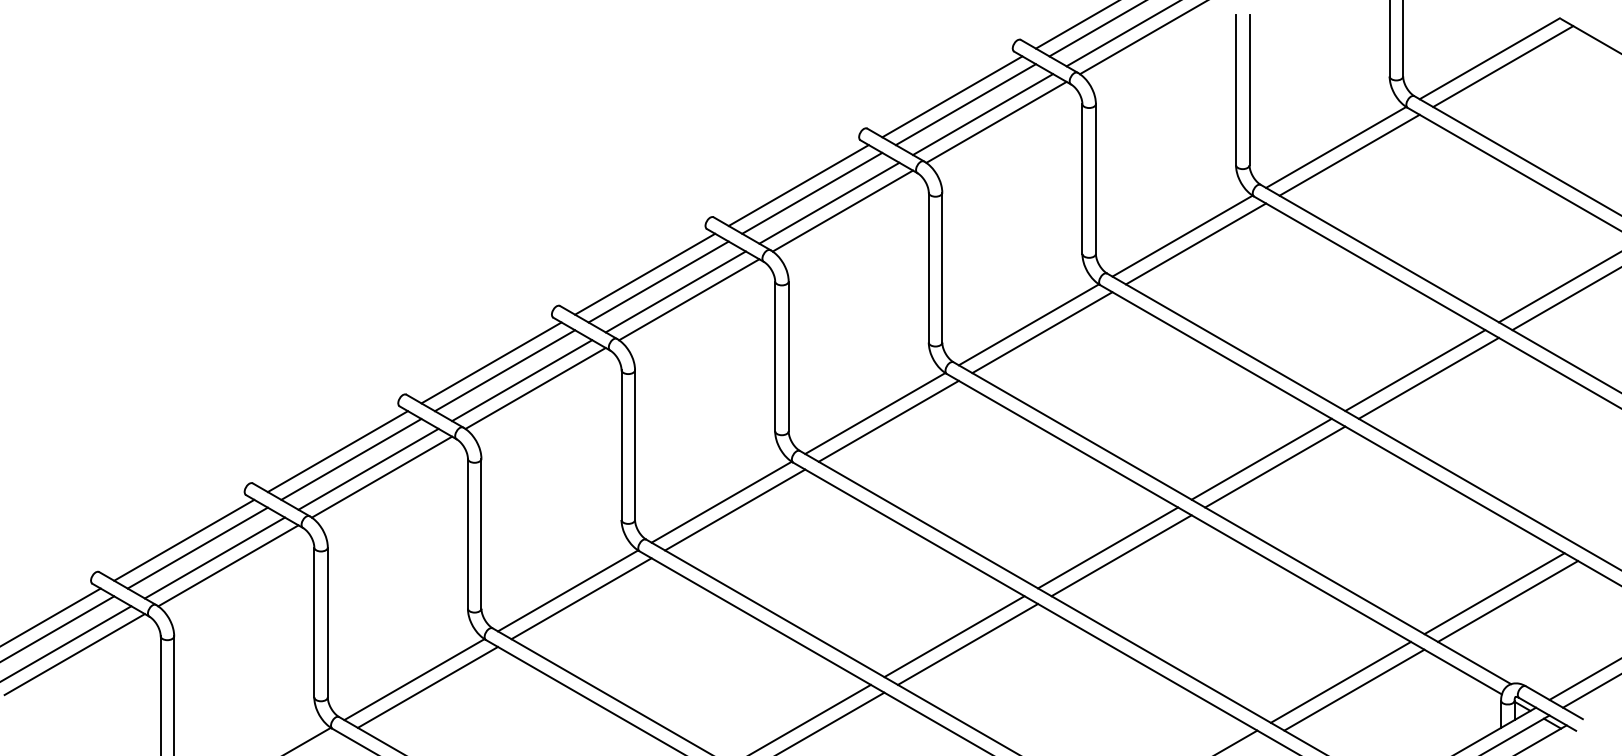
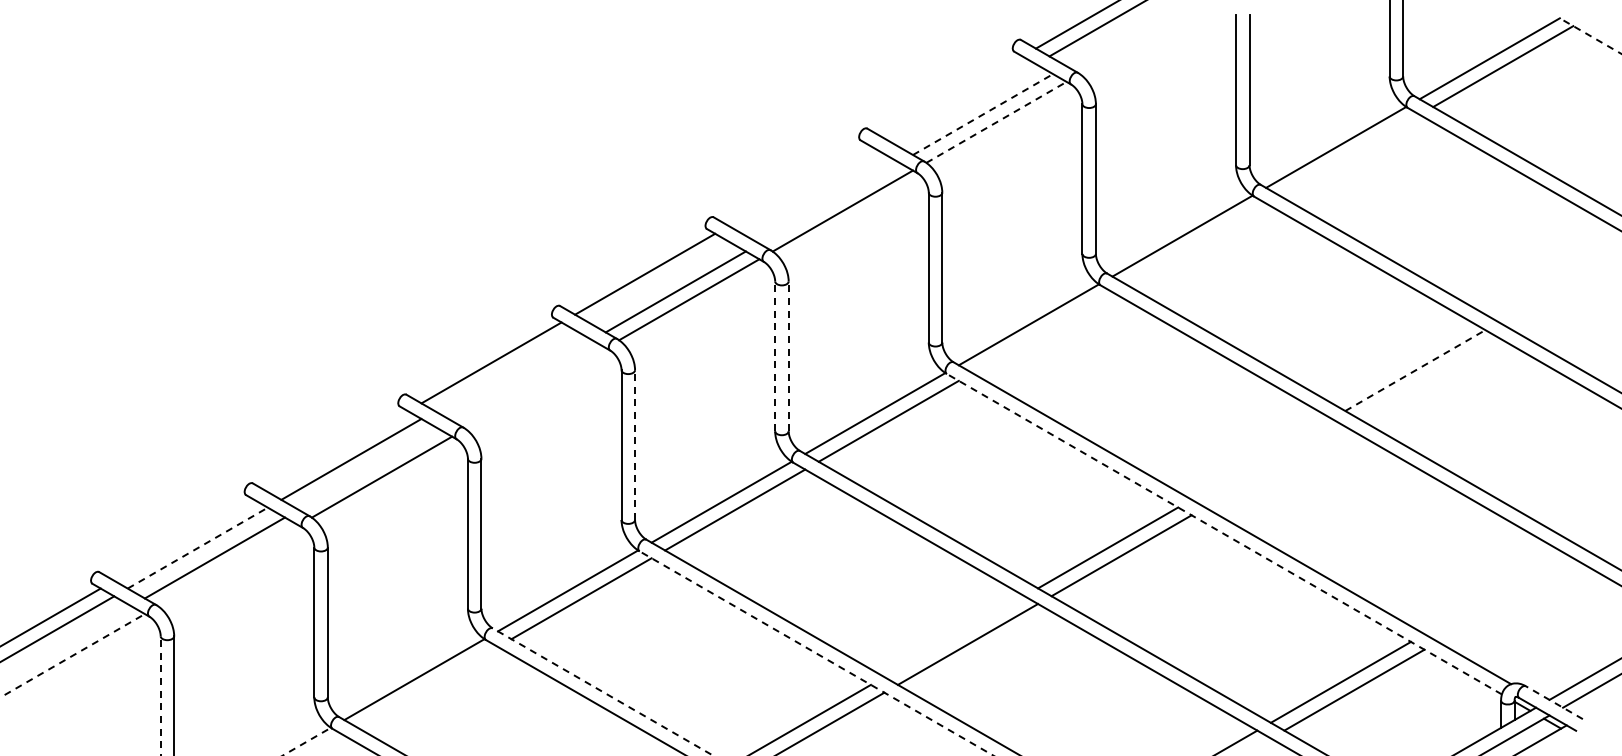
line at (1122, 34): present -> none
line at (1591, 36): solid -> dashed
line at (1142, 38): present -> none
line at (952, 96): present -> none
line at (965, 104): present -> none
line at (983, 114): solid -> dashed
line at (996, 122): solid -> dashed
line at (1349, 154): present -> none
line at (798, 185): present -> none
line at (812, 192): present -> none
line at (829, 202): present -> none
line at (1195, 243): present -> none
line at (658, 281): present -> none
line at (1558, 287): present -> none
line at (1565, 299): present -> none
line at (1042, 332): present -> none
line at (775, 356): solid -> dashed
line at (788, 356): solid -> dashed
line at (504, 370): present -> none
line at (1415, 370): solid -> dashed
line at (1428, 377): present -> none
line at (522, 380): present -> none
line at (535, 387): present -> none
line at (635, 445): solid -> dashed
line at (337, 451): present -> none
line at (1261, 458): present -> none
line at (1275, 466): present -> none
line at (368, 468): present -> none
line at (1223, 533): solid -> dashed
line at (184, 539): present -> none
line at (197, 548): solid -> dashed
line at (228, 565): present -> none
line at (1494, 593): present -> none
line at (1508, 601): present -> none
line at (954, 636): present -> none
line at (66, 643): present -> none
line at (816, 653): solid -> dashed
line at (74, 654): solid -> dashed
line at (427, 686): present -> none
line at (602, 691): solid -> dashed
line at (160, 695): solid -> dashed
line at (1554, 702): solid -> dashed
line at (306, 741): solid -> dashed
